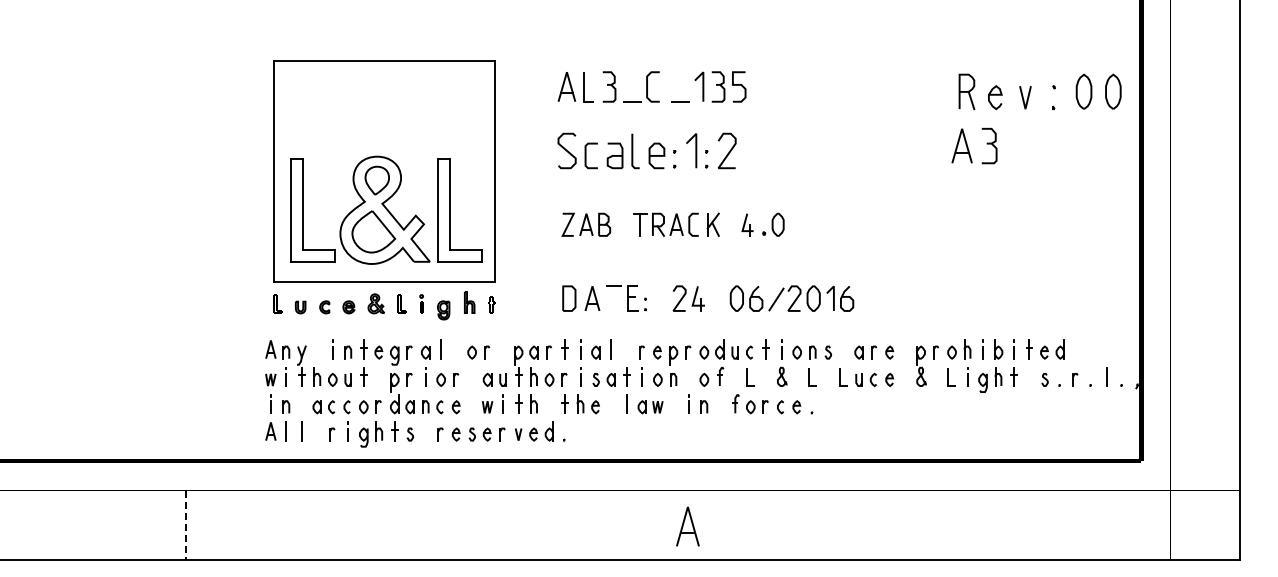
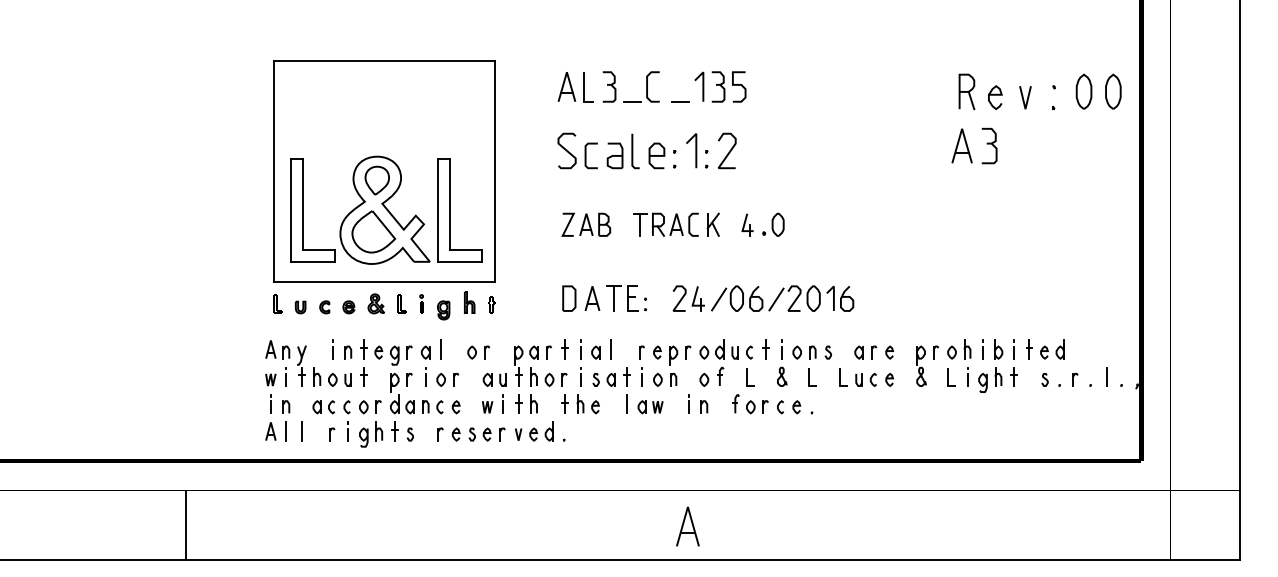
line at (613, 298): none -> present
line at (719, 299): none -> present
line at (186, 525): dashed -> solid
